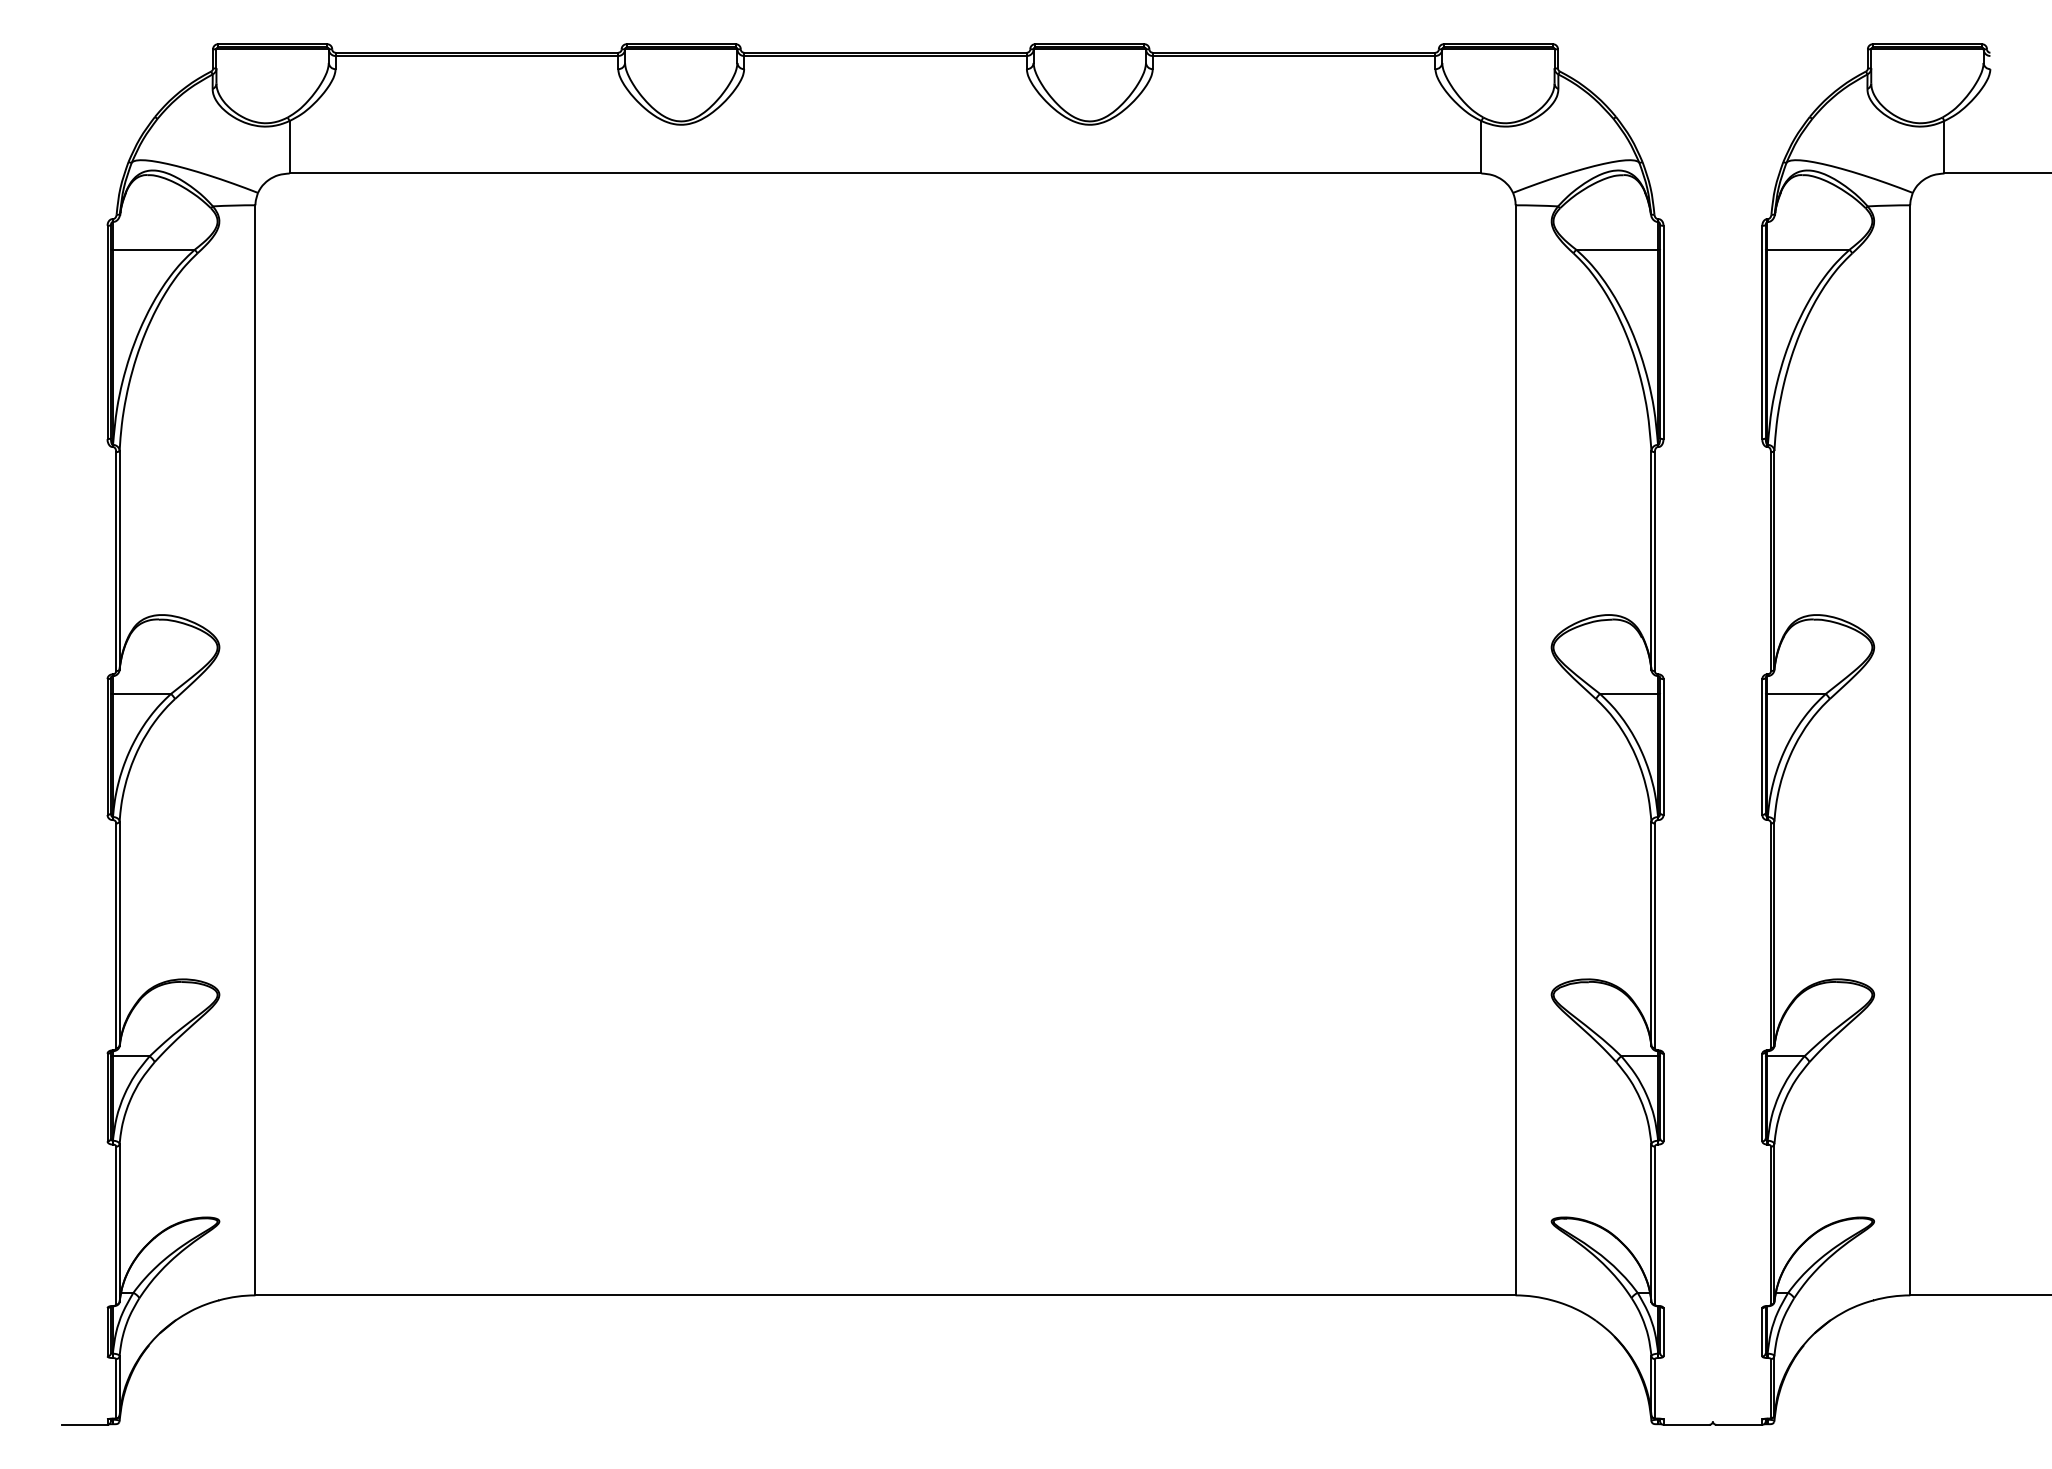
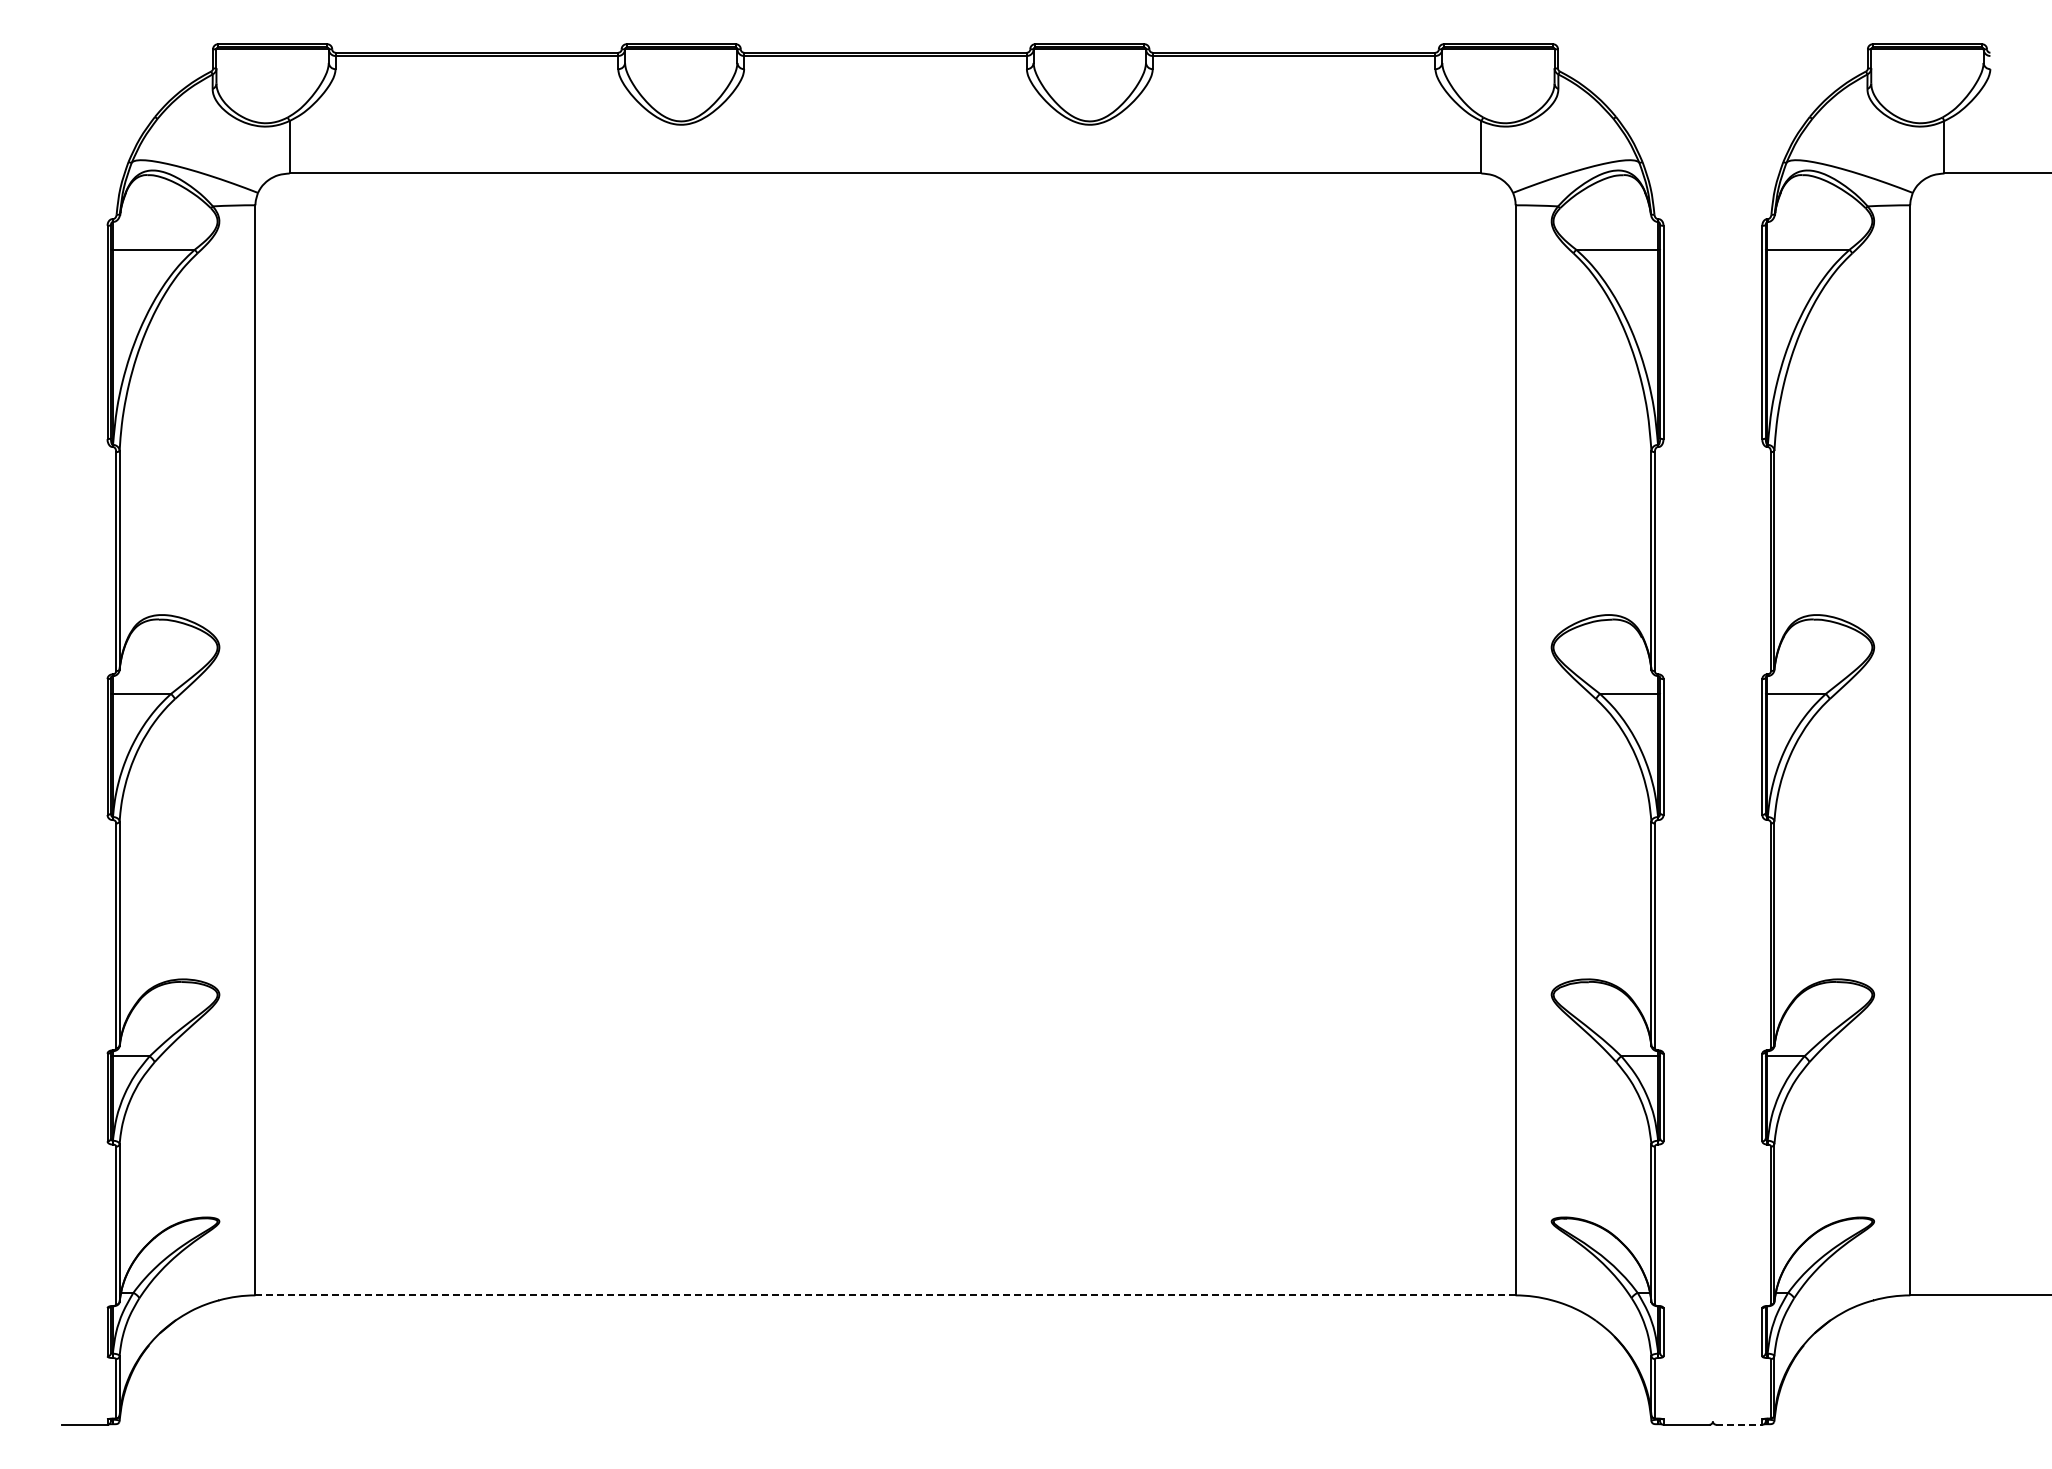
line at (886, 1295): solid -> dashed
line at (1739, 1424): solid -> dashed
